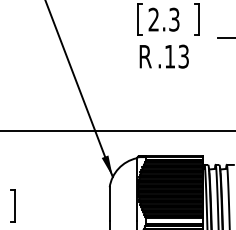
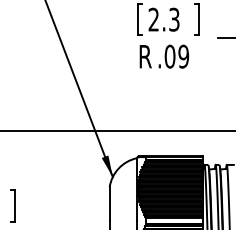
text at (176, 56): .13 -> .09
